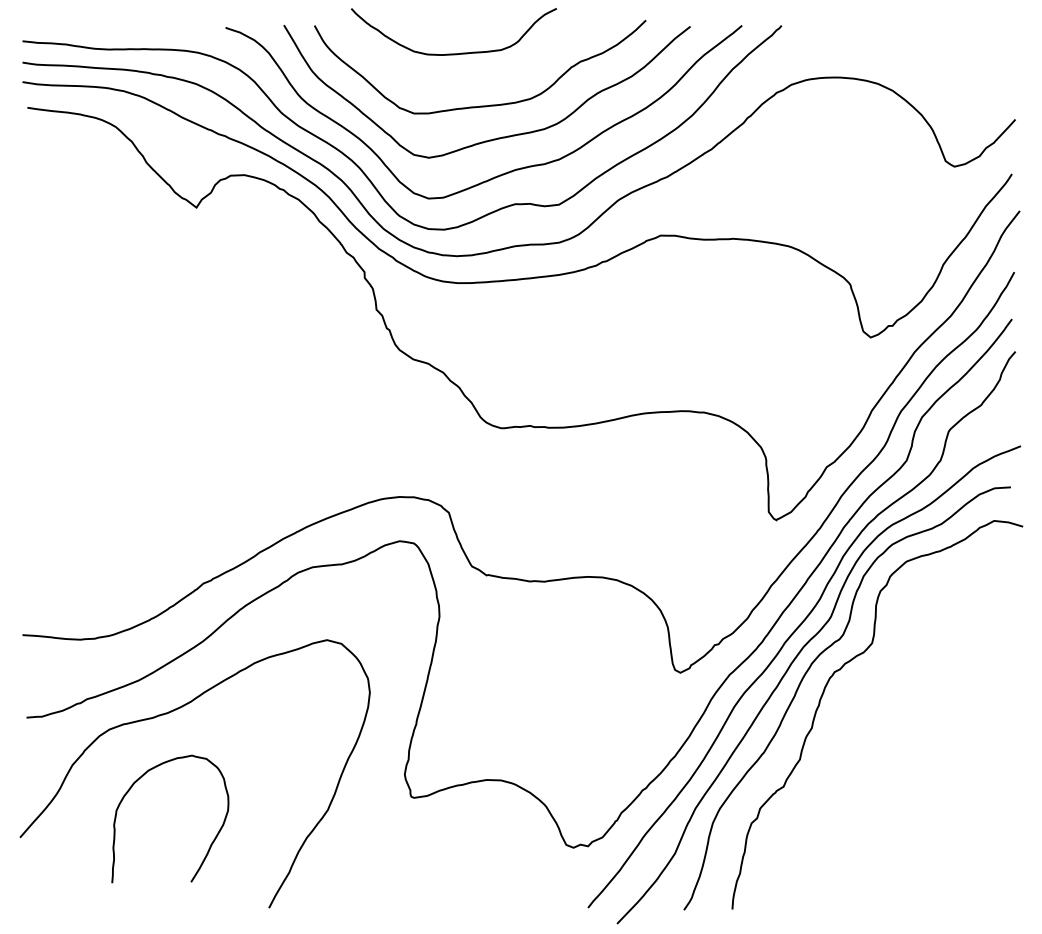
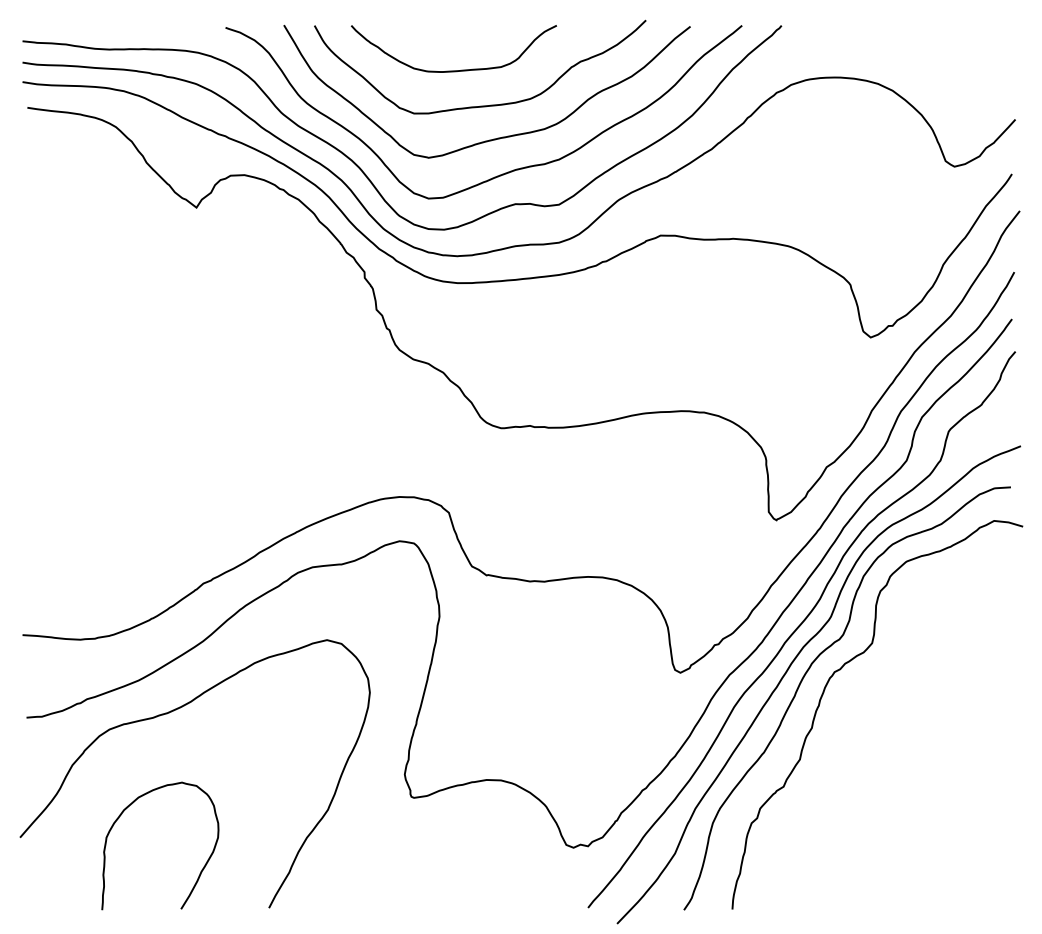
curve at (453, 53) position: (453, 53) -> (453, 70)
curve at (211, 842) position: (211, 842) -> (201, 869)
